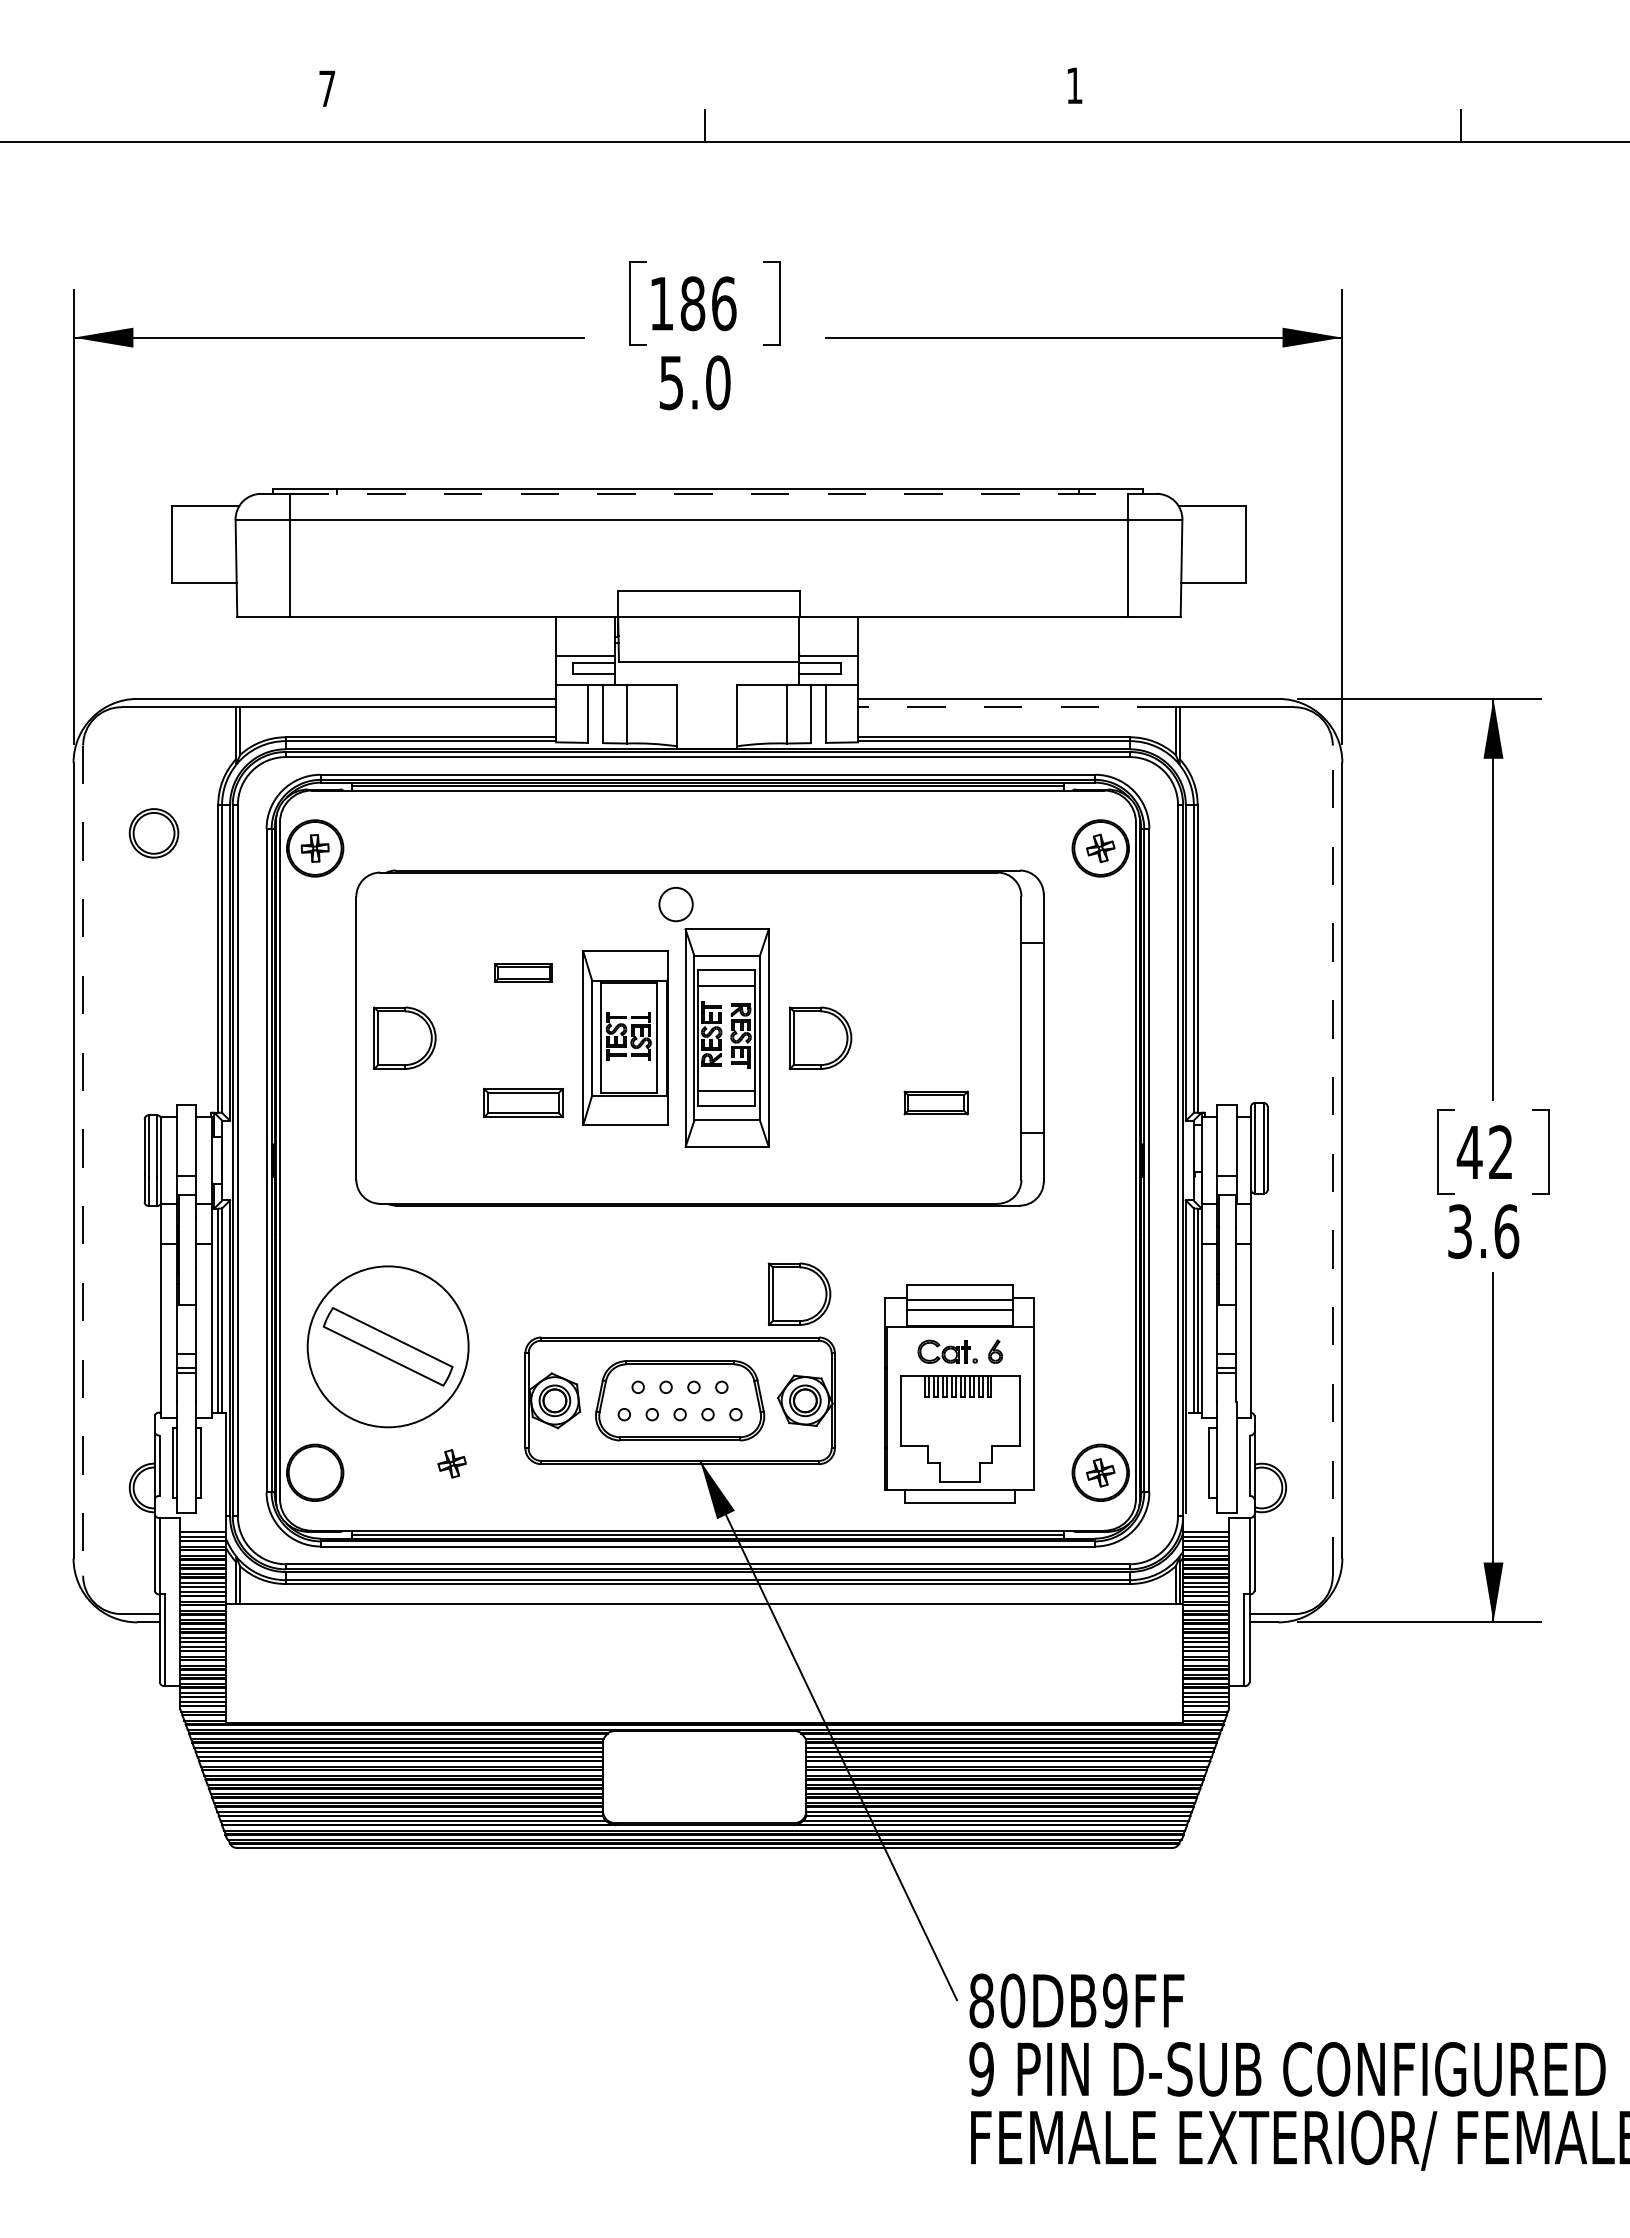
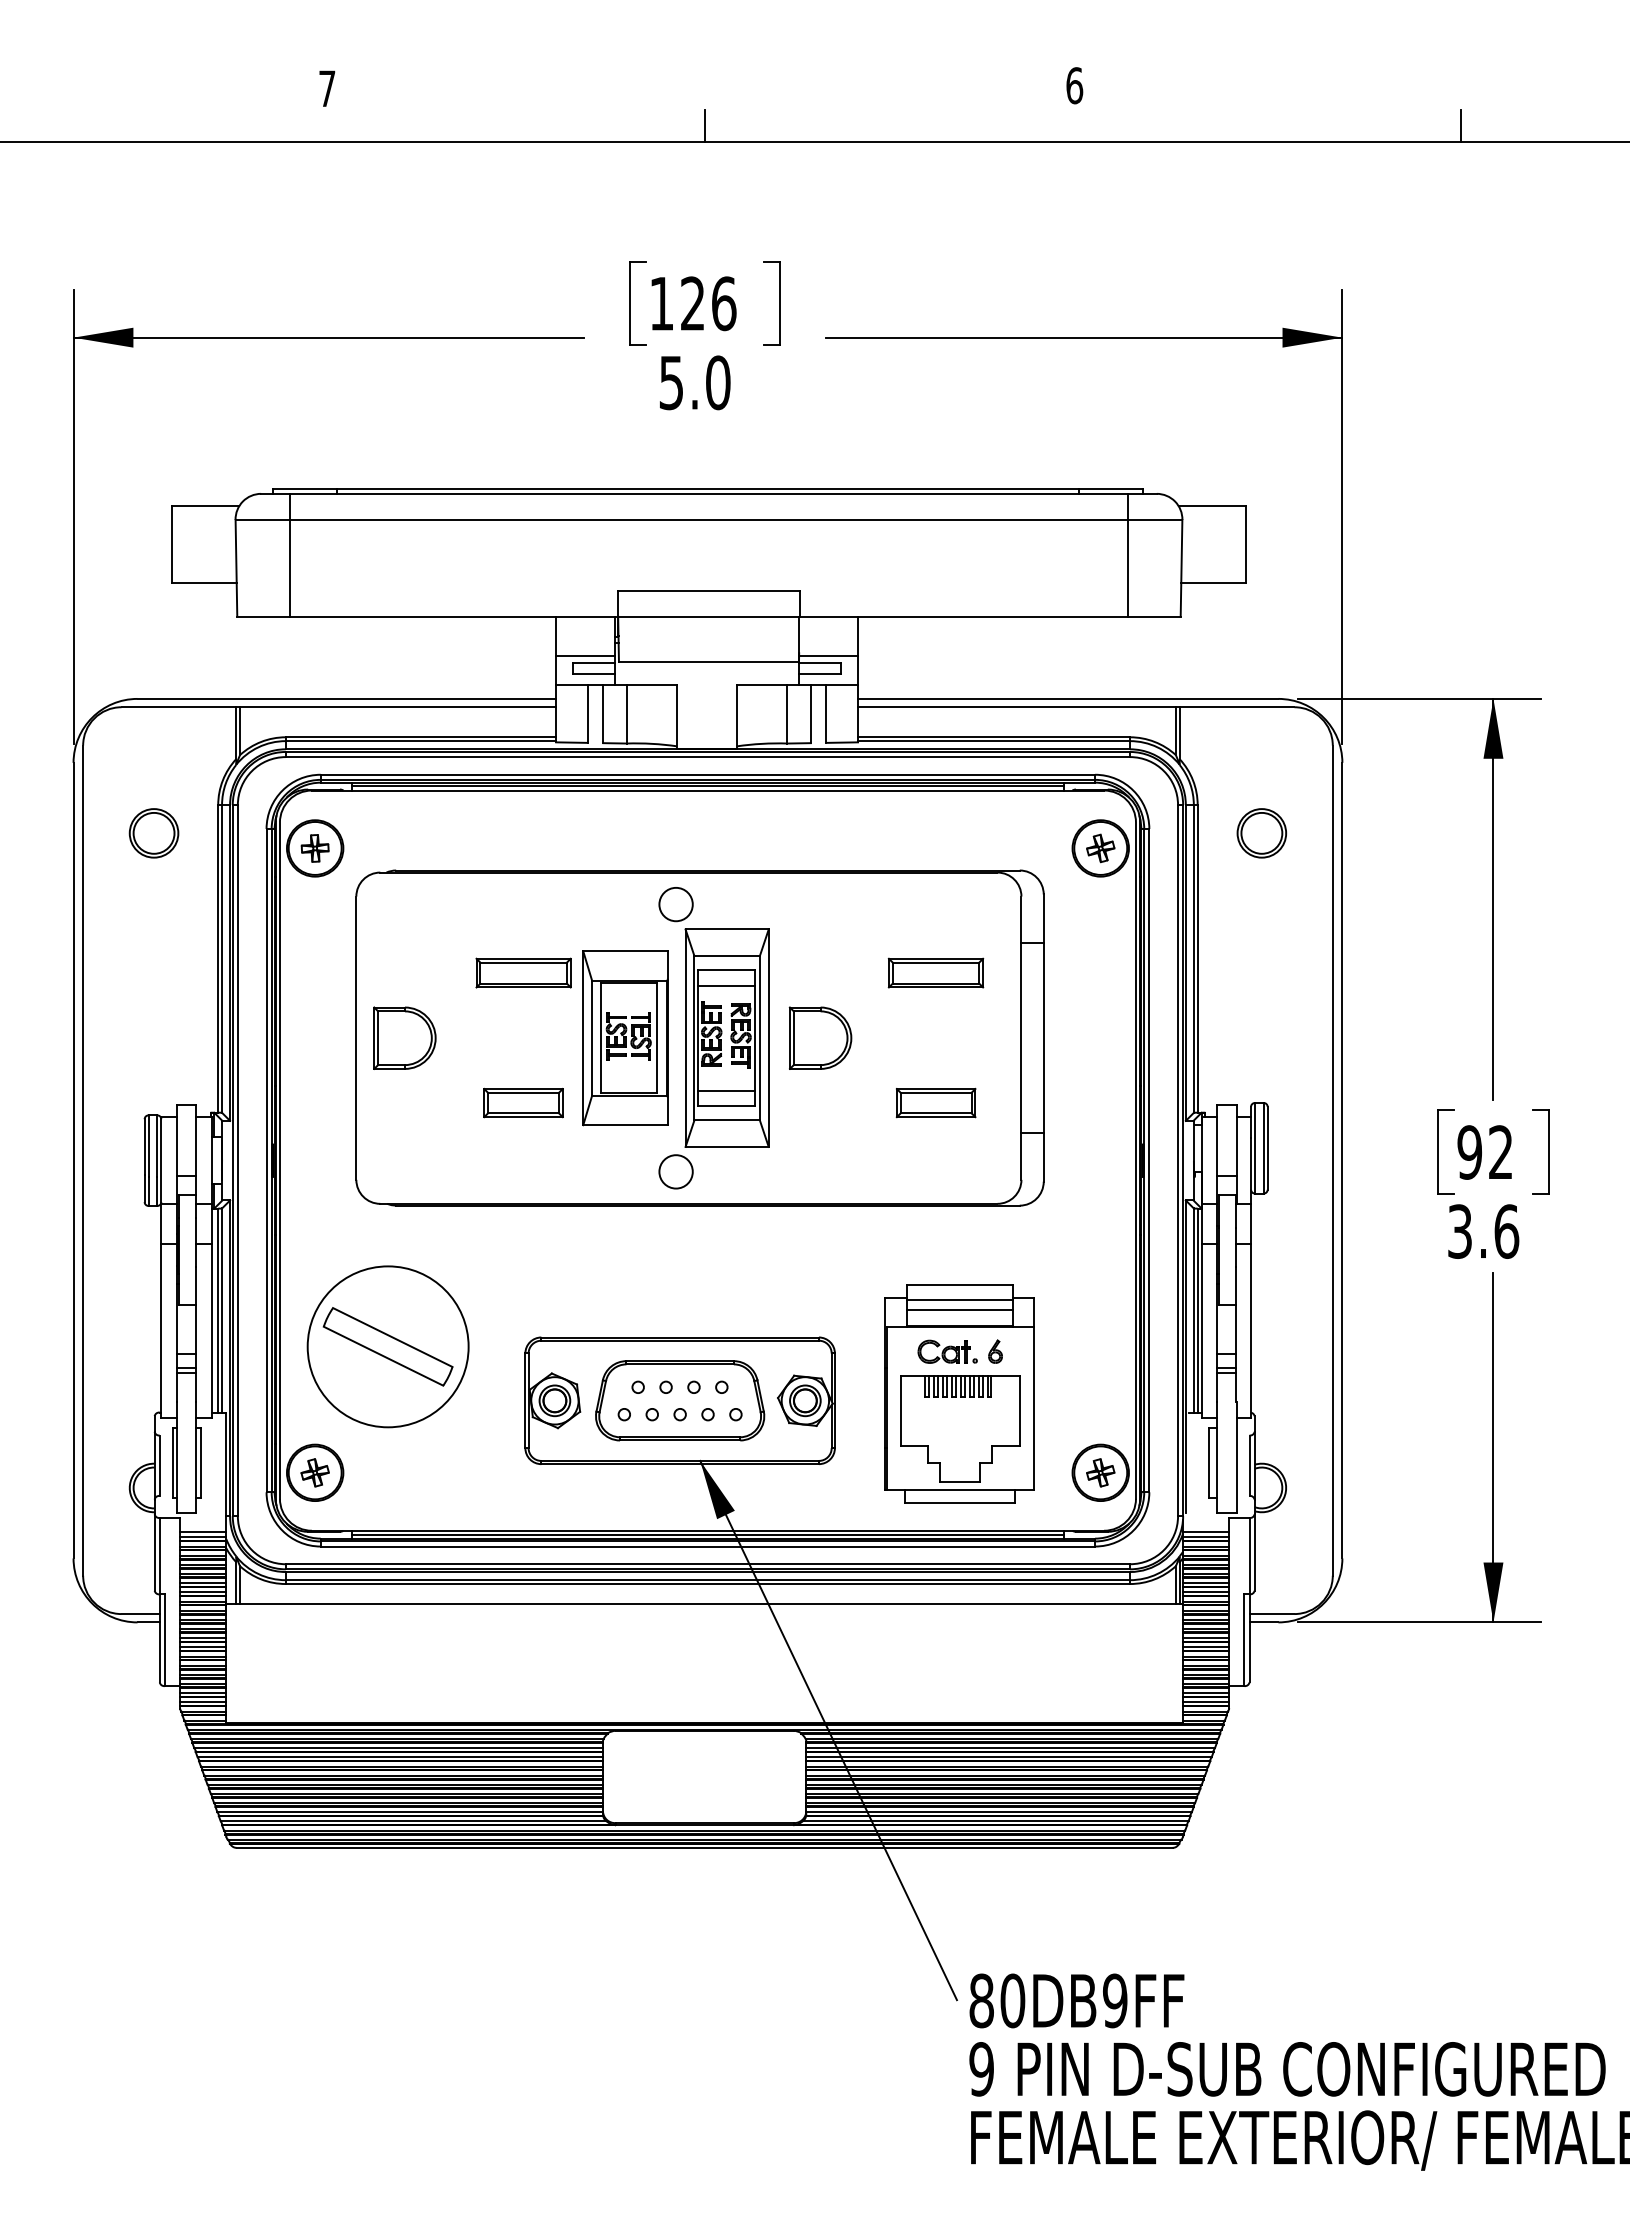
text at (1074, 85): 1 -> 6
text at (692, 303): 186 -> 126
line at (708, 493): dashed -> solid
line at (1016, 707): dashed -> solid
part at (1261, 833): none -> present
part at (523, 972) size: 59x20 px -> 97x32 px
part at (935, 972): none -> present
part at (935, 1102) size: 66x26 px -> 82x32 px
text at (1469, 1152): 42 -> 92
line at (1332, 1160): dashed -> solid
line at (83, 1161): dashed -> solid
circle at (675, 1171): none -> present
part at (799, 1293): present -> none
part at (451, 1463) position: (451, 1463) -> (314, 1472)
